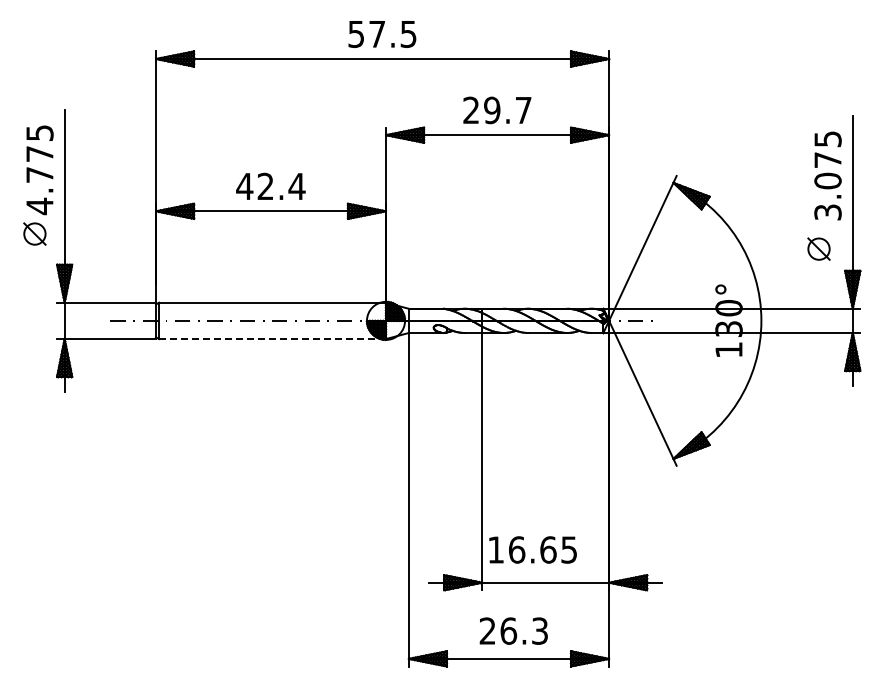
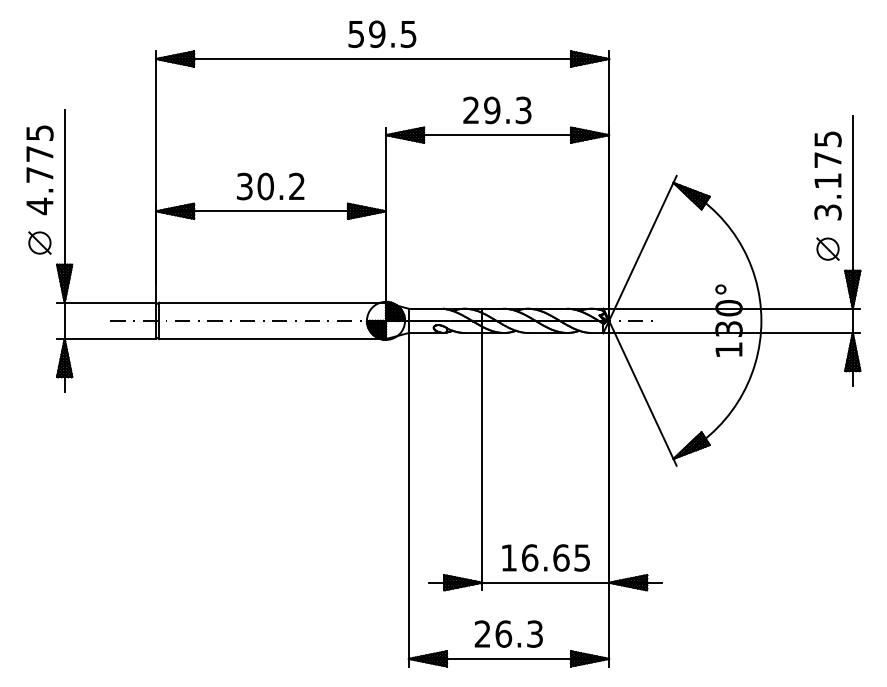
text at (377, 34): 57.5 -> 59.5
text at (523, 110): 29.7 -> 29.3
text at (827, 180): 3.075 -> 3.175
text at (270, 186): 42.4 -> 30.2
part at (34, 233) position: (34, 233) -> (39, 242)
part at (818, 248) position: (818, 248) -> (827, 248)
line at (273, 339): dashed -> solid
text at (532, 549) position: (532, 549) -> (545, 557)
text at (513, 630) position: (513, 630) -> (508, 633)
